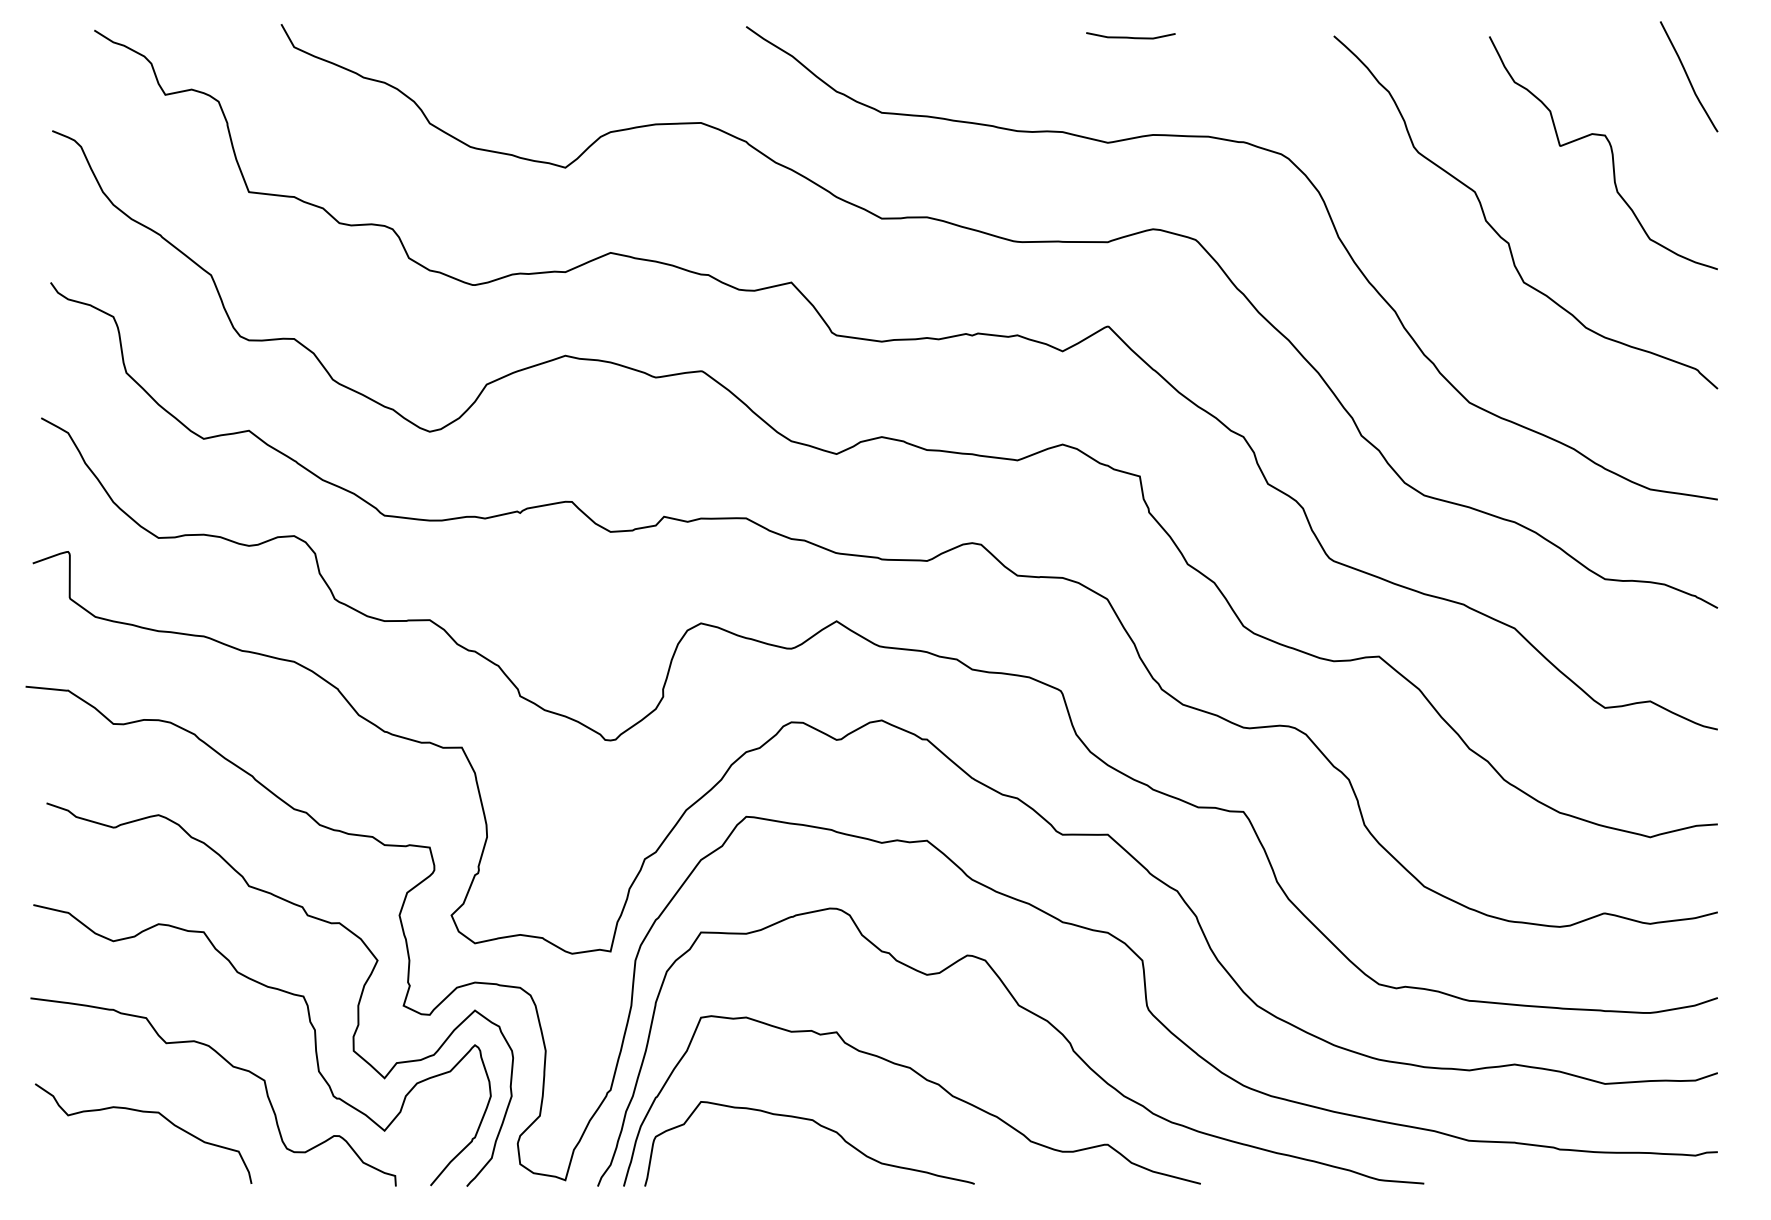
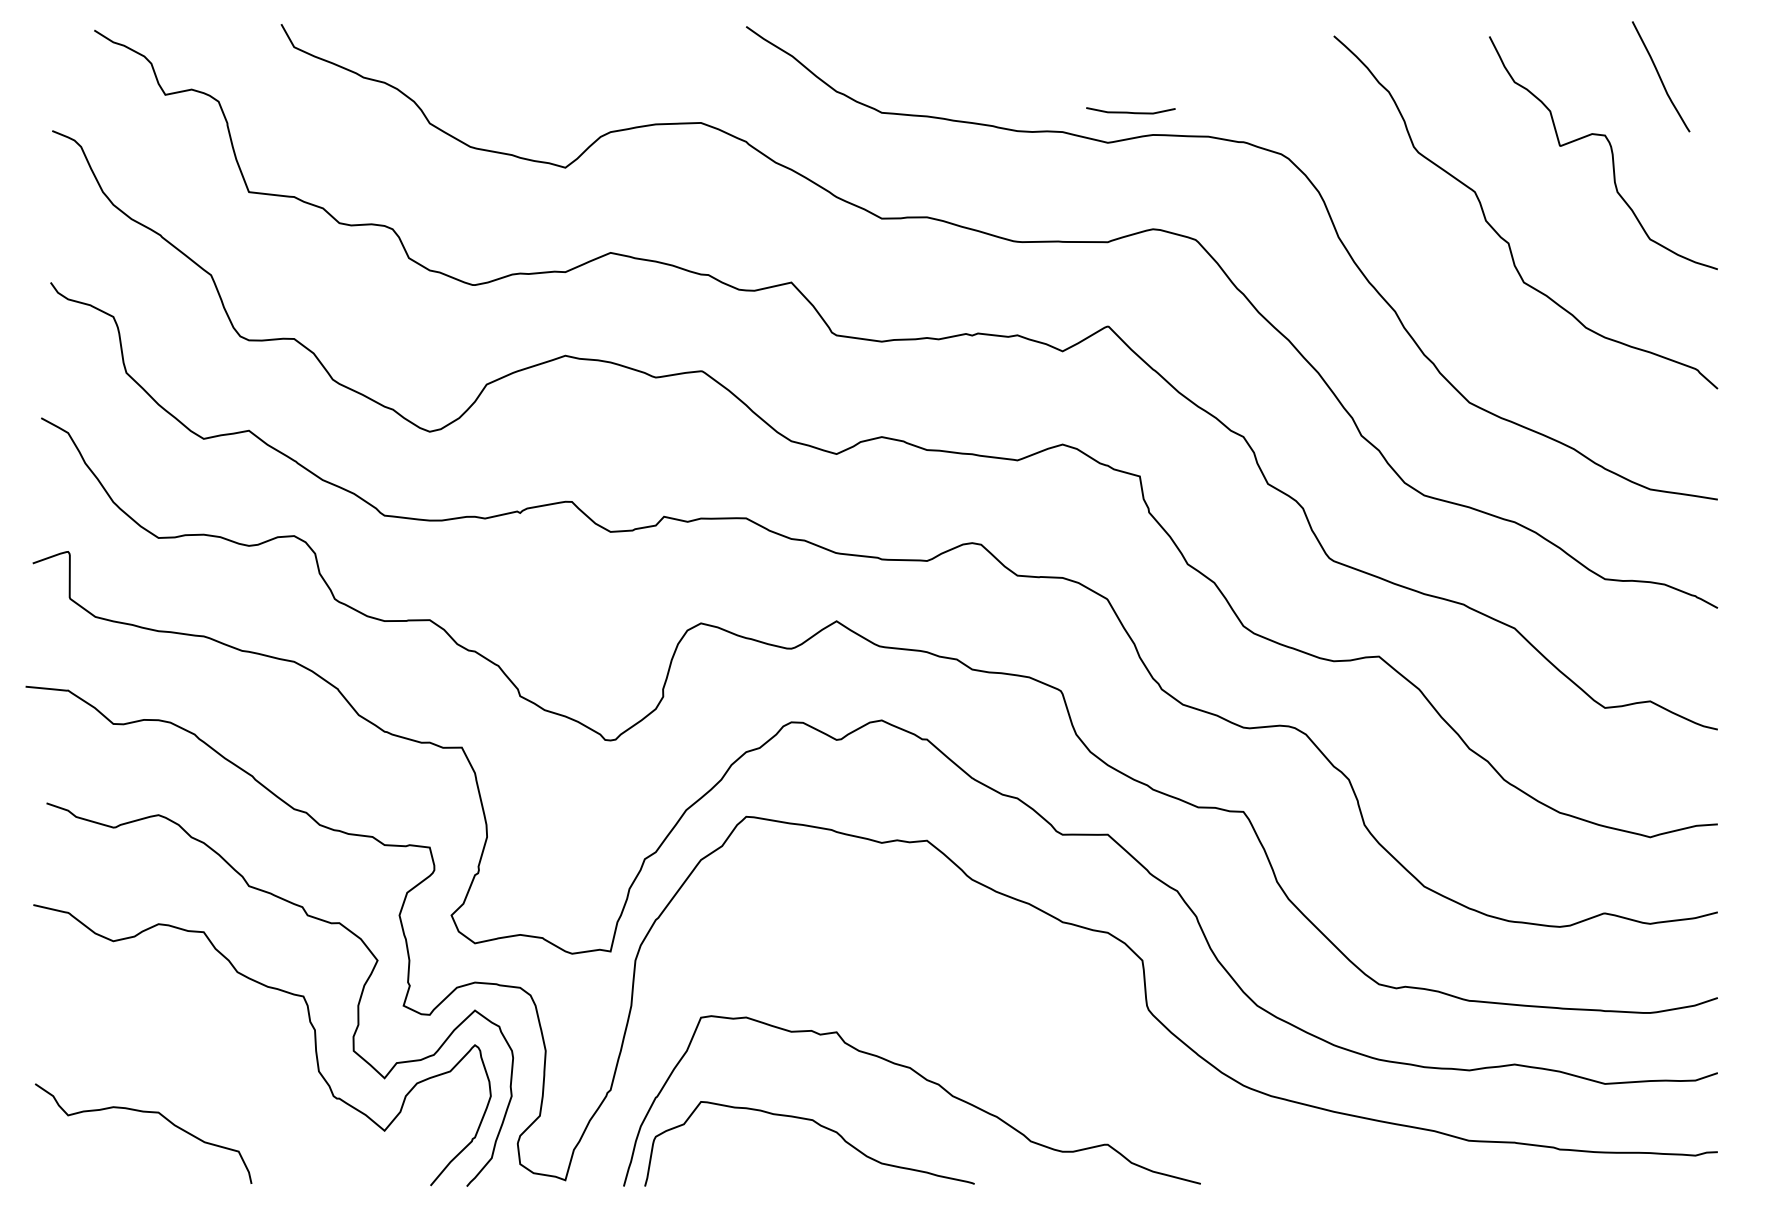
curve at (1129, 36) position: (1129, 36) -> (1129, 111)
curve at (1688, 76) position: (1688, 76) -> (1660, 76)
curve at (1027, 1011): present -> none
curve at (232, 1067): present -> none
